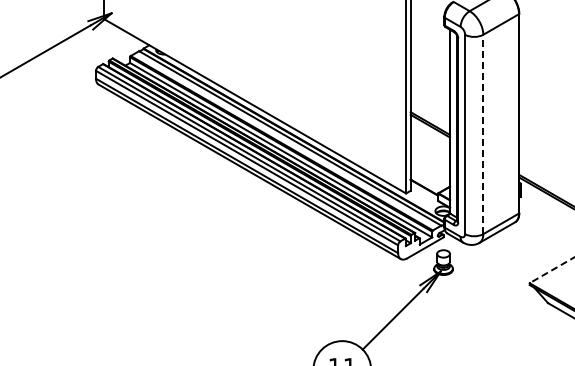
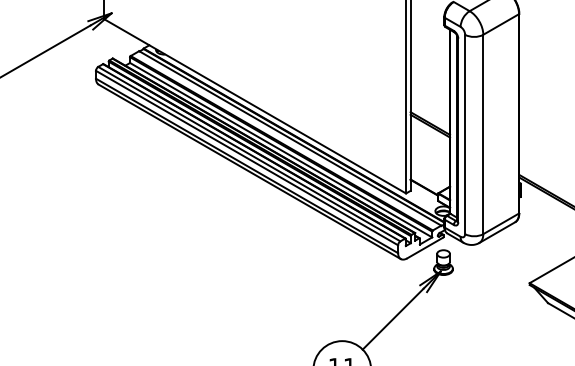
line at (483, 134): dashed -> solid
line at (551, 270): dashed -> solid
